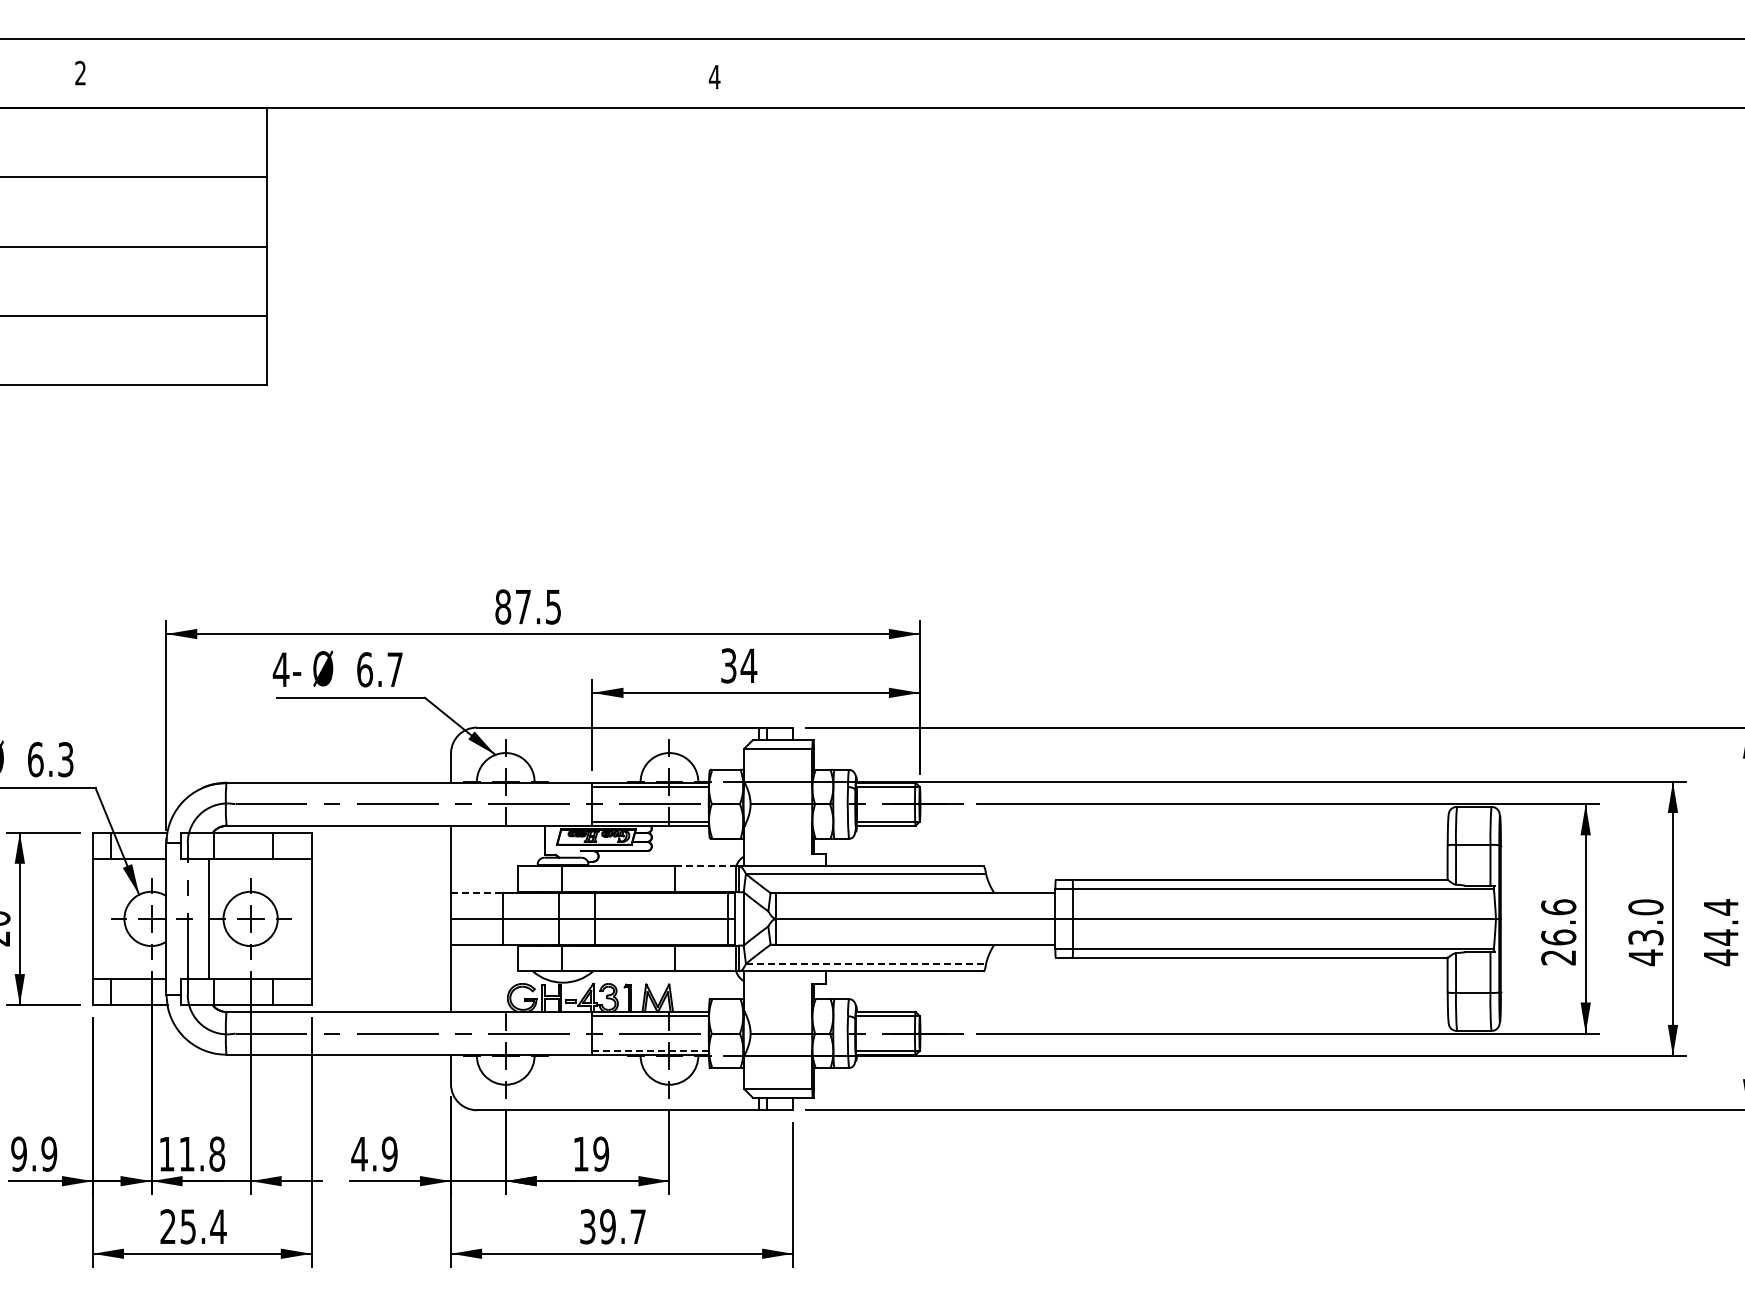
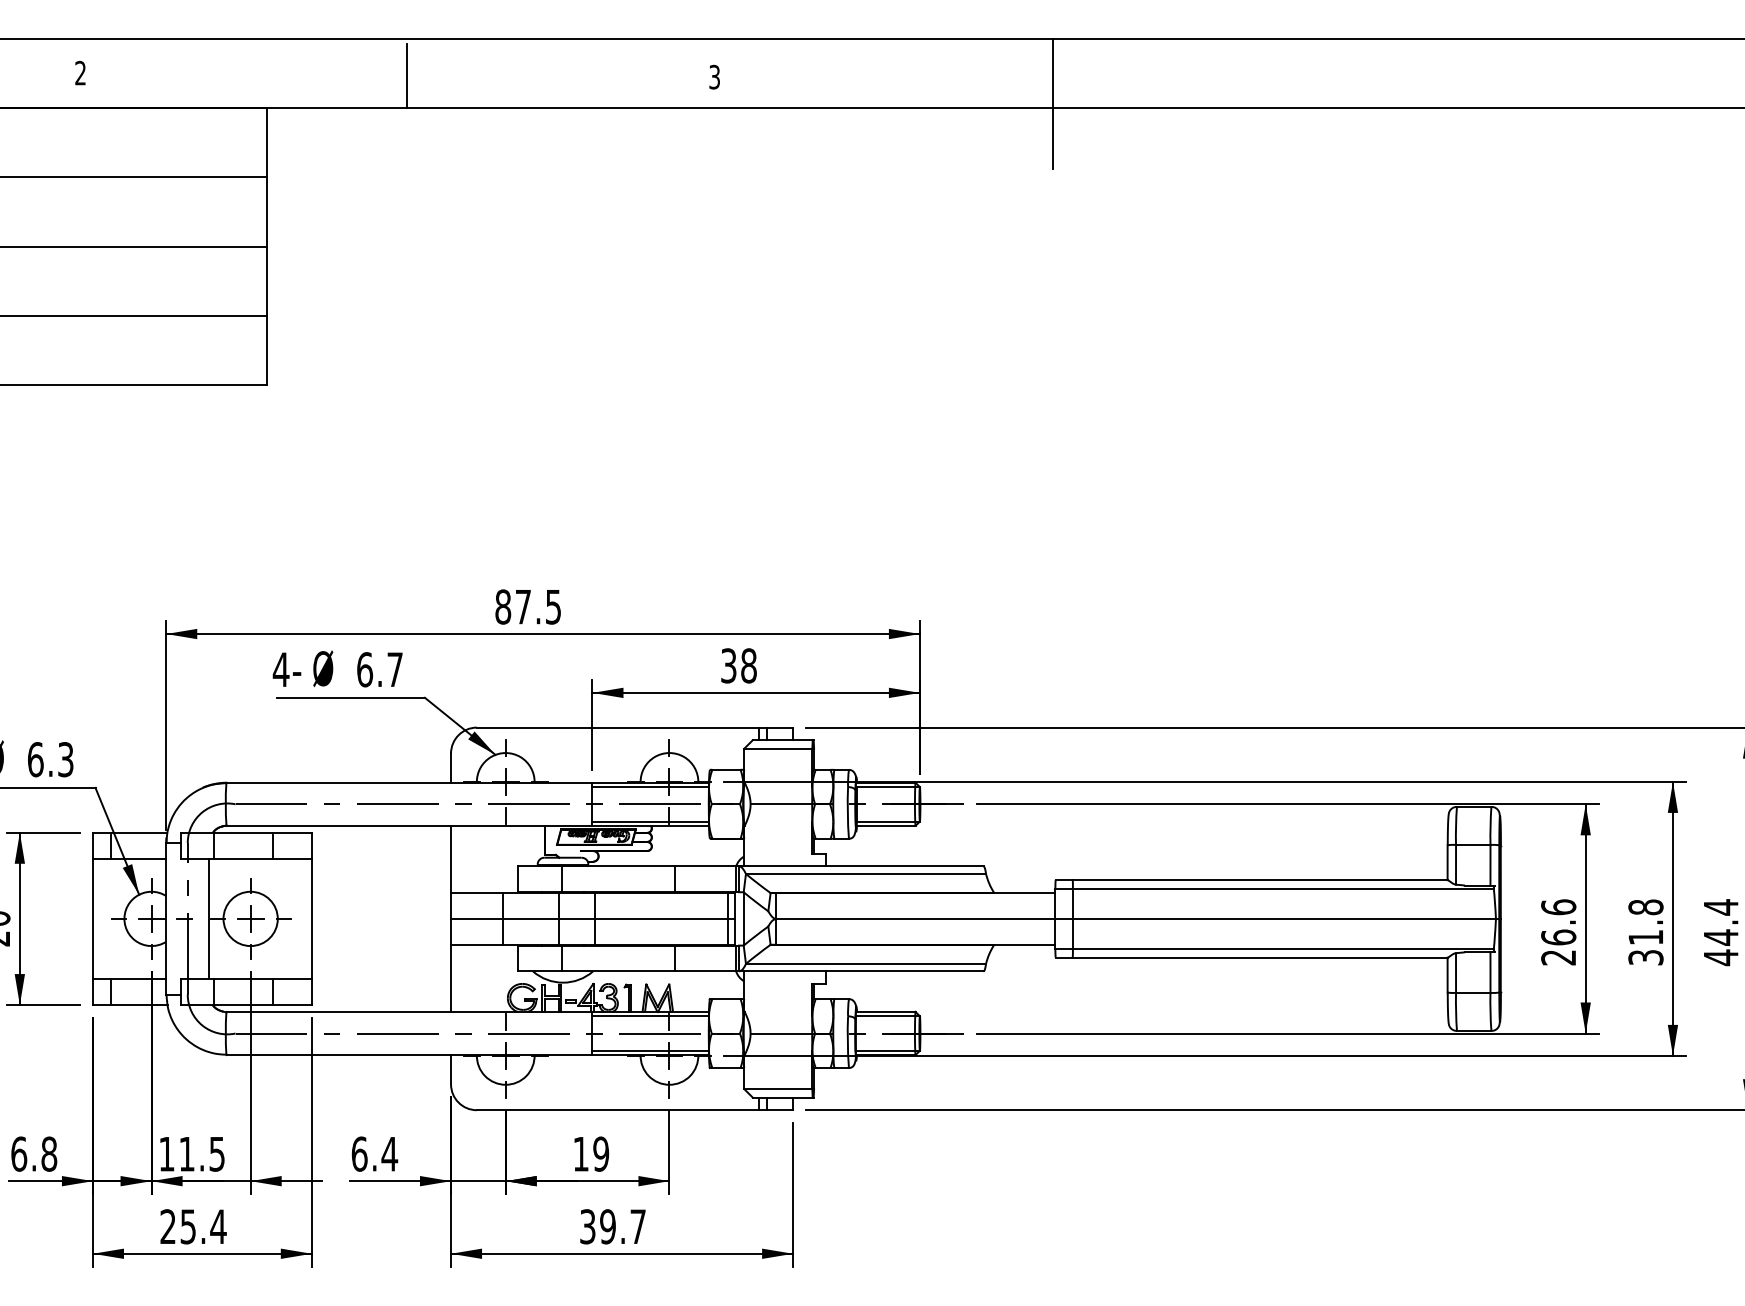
line at (406, 75): none -> present
text at (714, 76): 4 -> 3
line at (1053, 103): none -> present
text at (748, 665): 34 -> 38
line at (705, 866): dashed -> solid
line at (476, 893): dashed -> solid
text at (1645, 932): 43.0 -> 31.8
line at (866, 963): dashed -> solid
line at (650, 1050): dashed -> solid
text at (34, 1153): 9.9 -> 6.8
text at (217, 1153): 11.8 -> 11.5
text at (374, 1153): 4.9 -> 6.4
